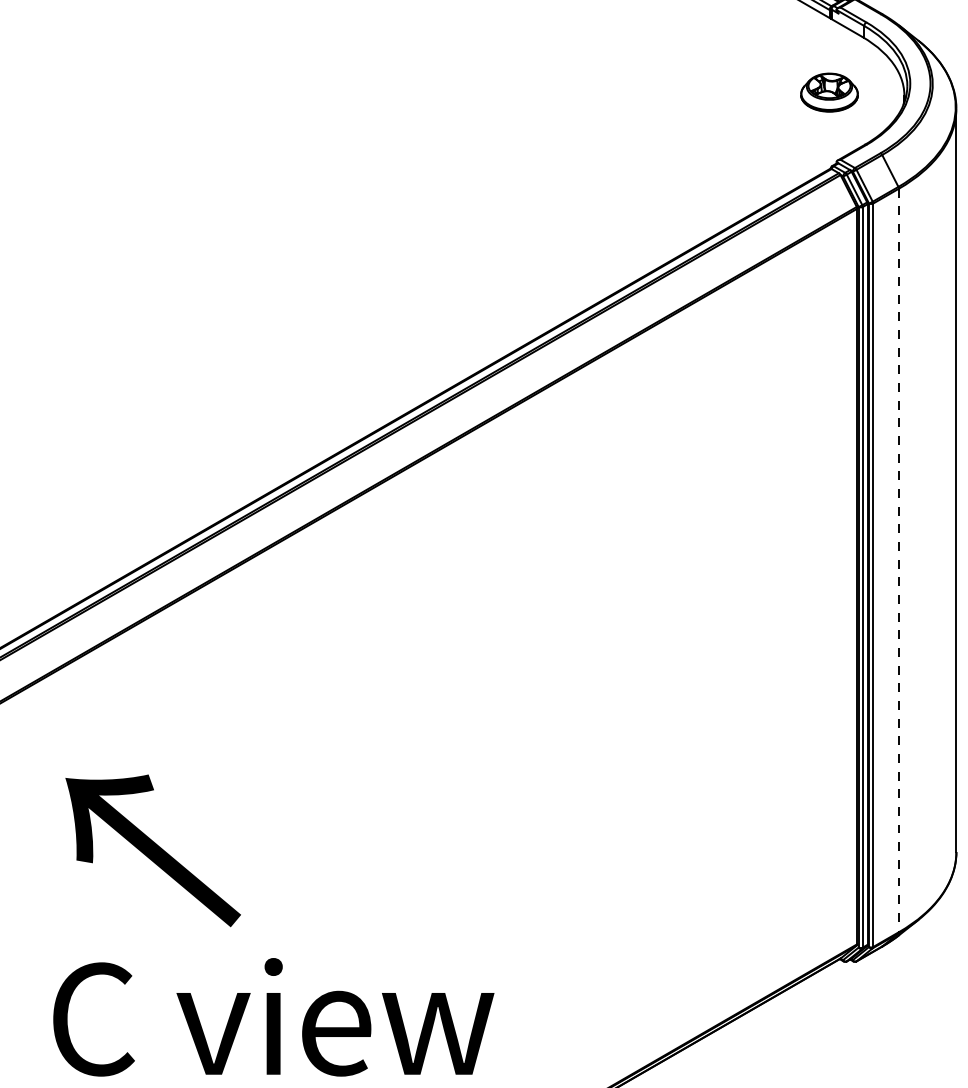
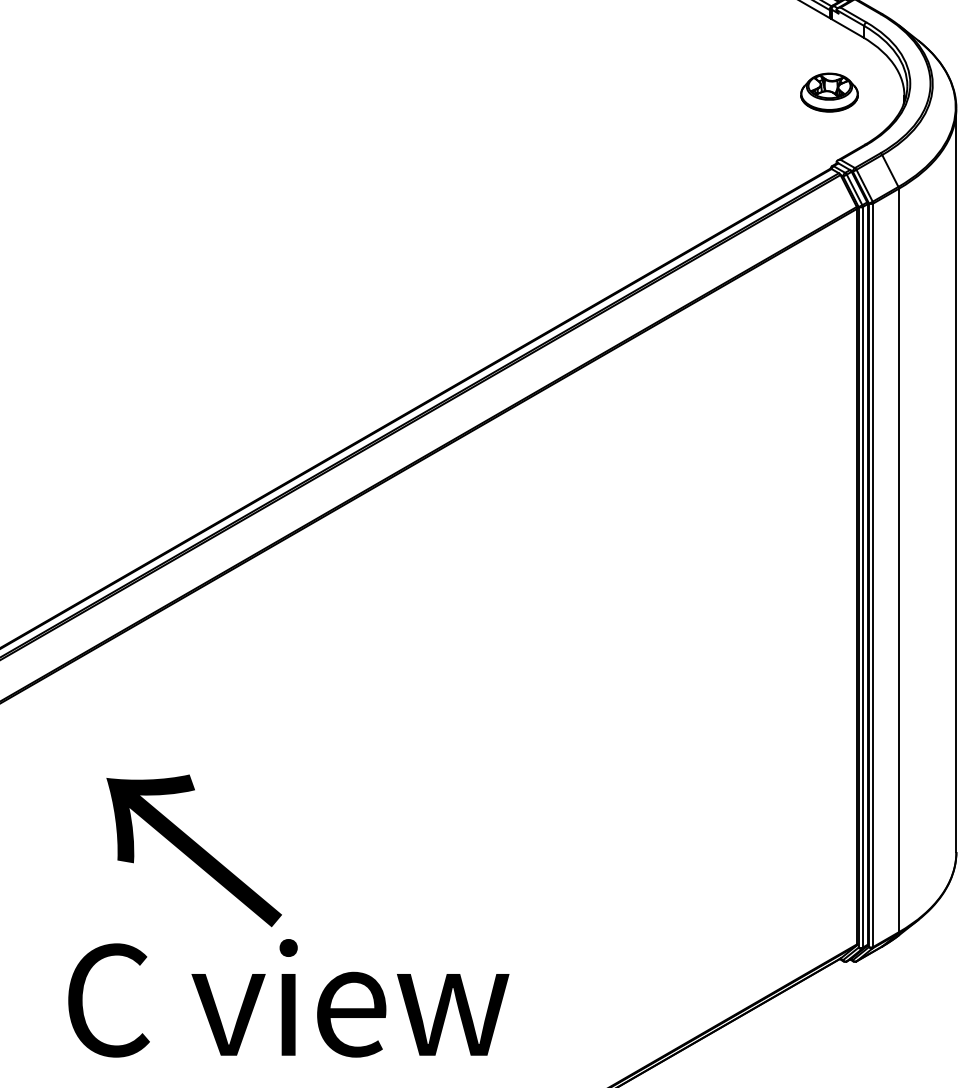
line at (898, 560): dashed -> solid
text at (152, 850) position: (152, 850) -> (193, 850)
text at (273, 1017) position: (273, 1017) -> (288, 998)
